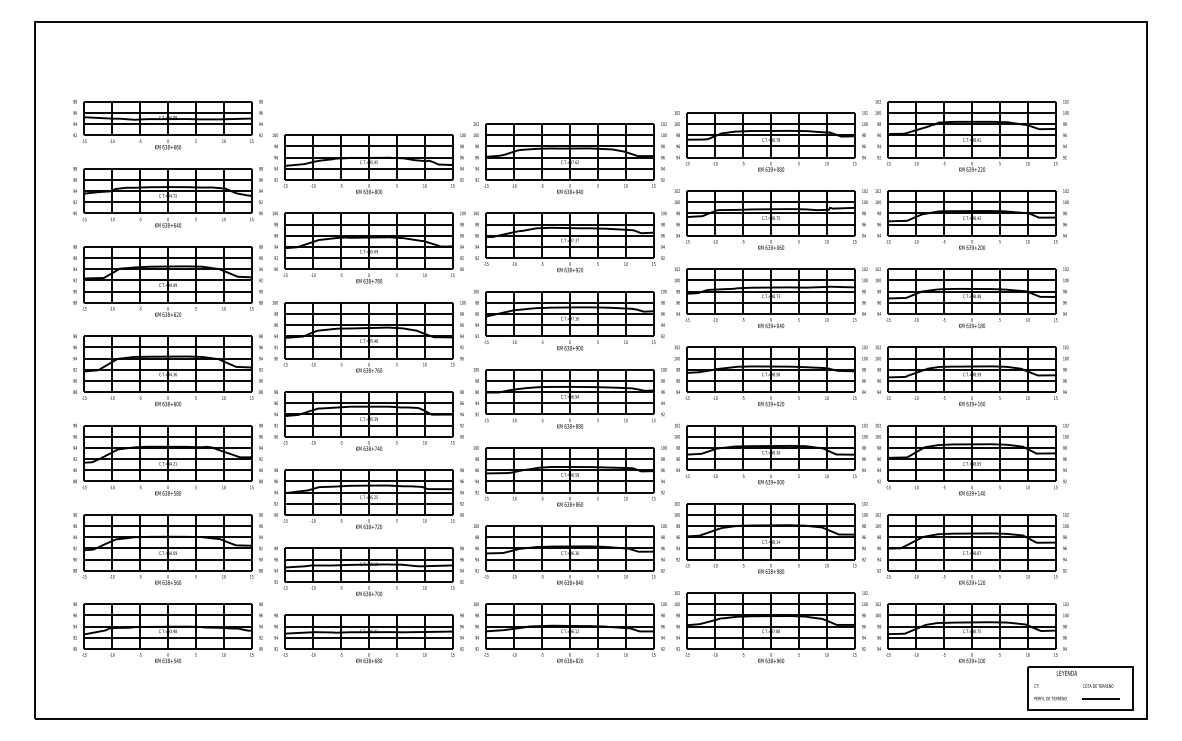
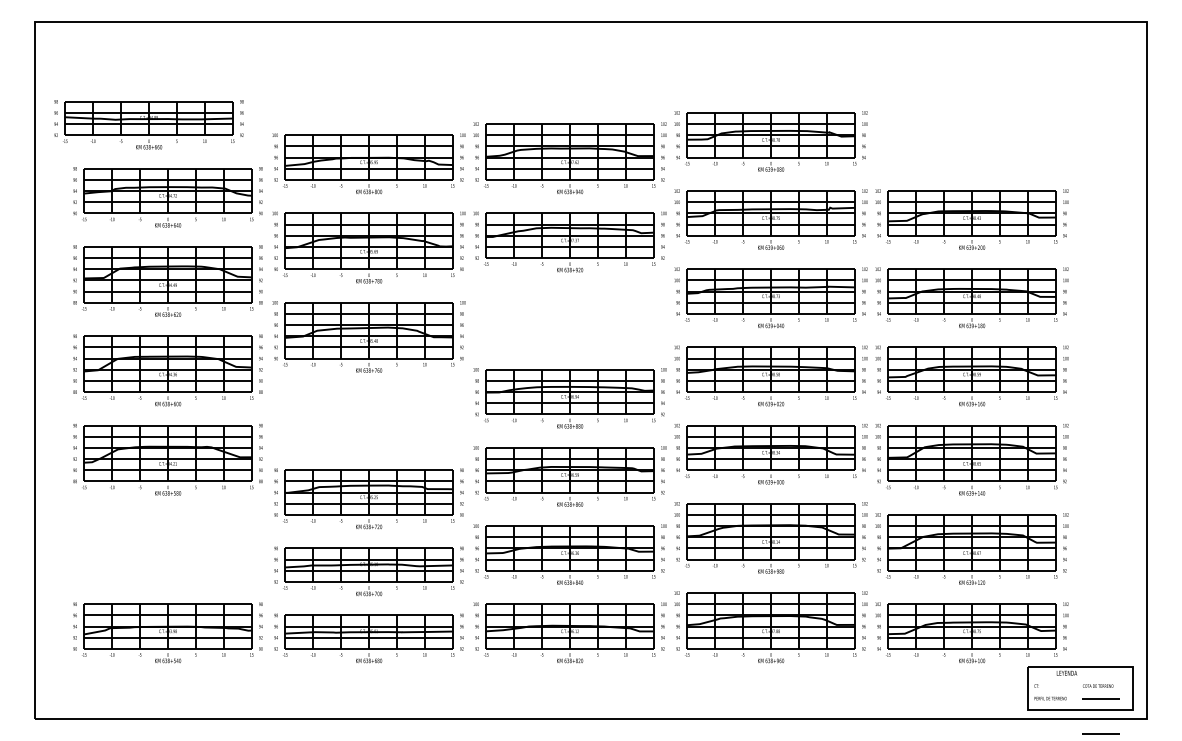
part at (167, 124) position: (167, 124) -> (148, 124)
part at (971, 135): present -> none
part at (569, 320): present -> none
part at (368, 420): present -> none
part at (167, 548): present -> none
line at (1100, 733): none -> present
